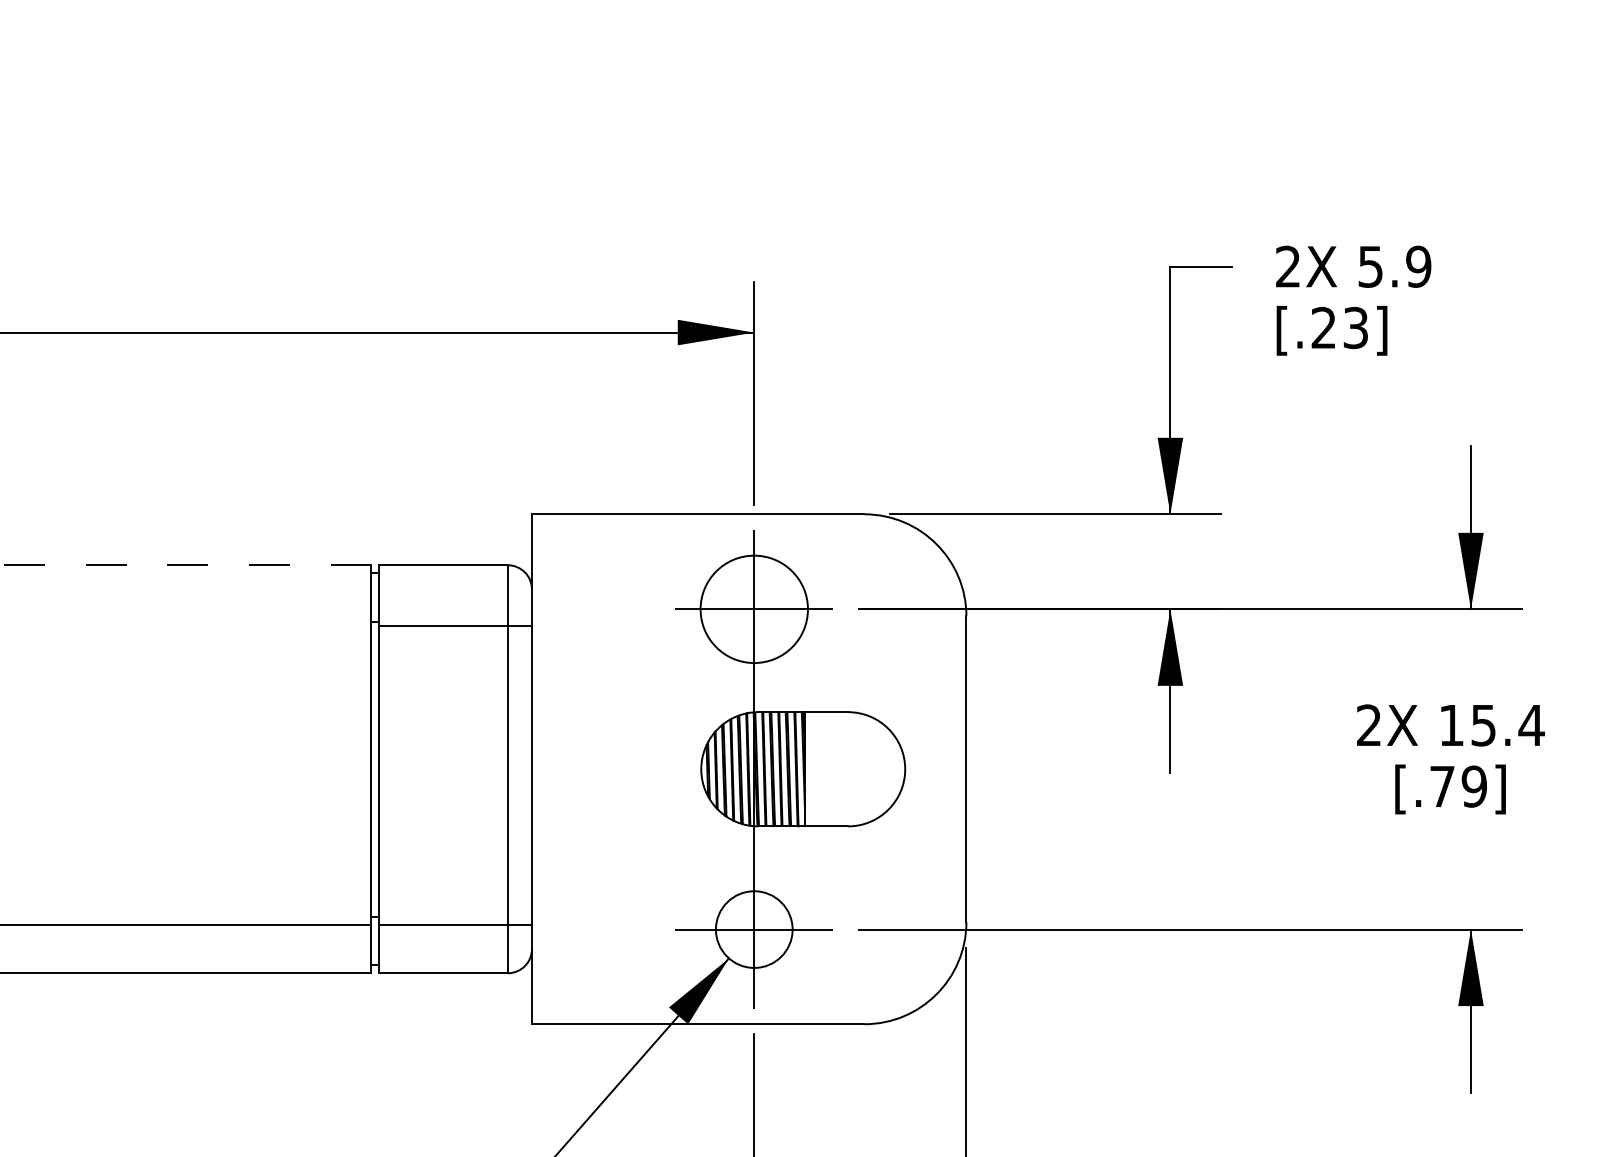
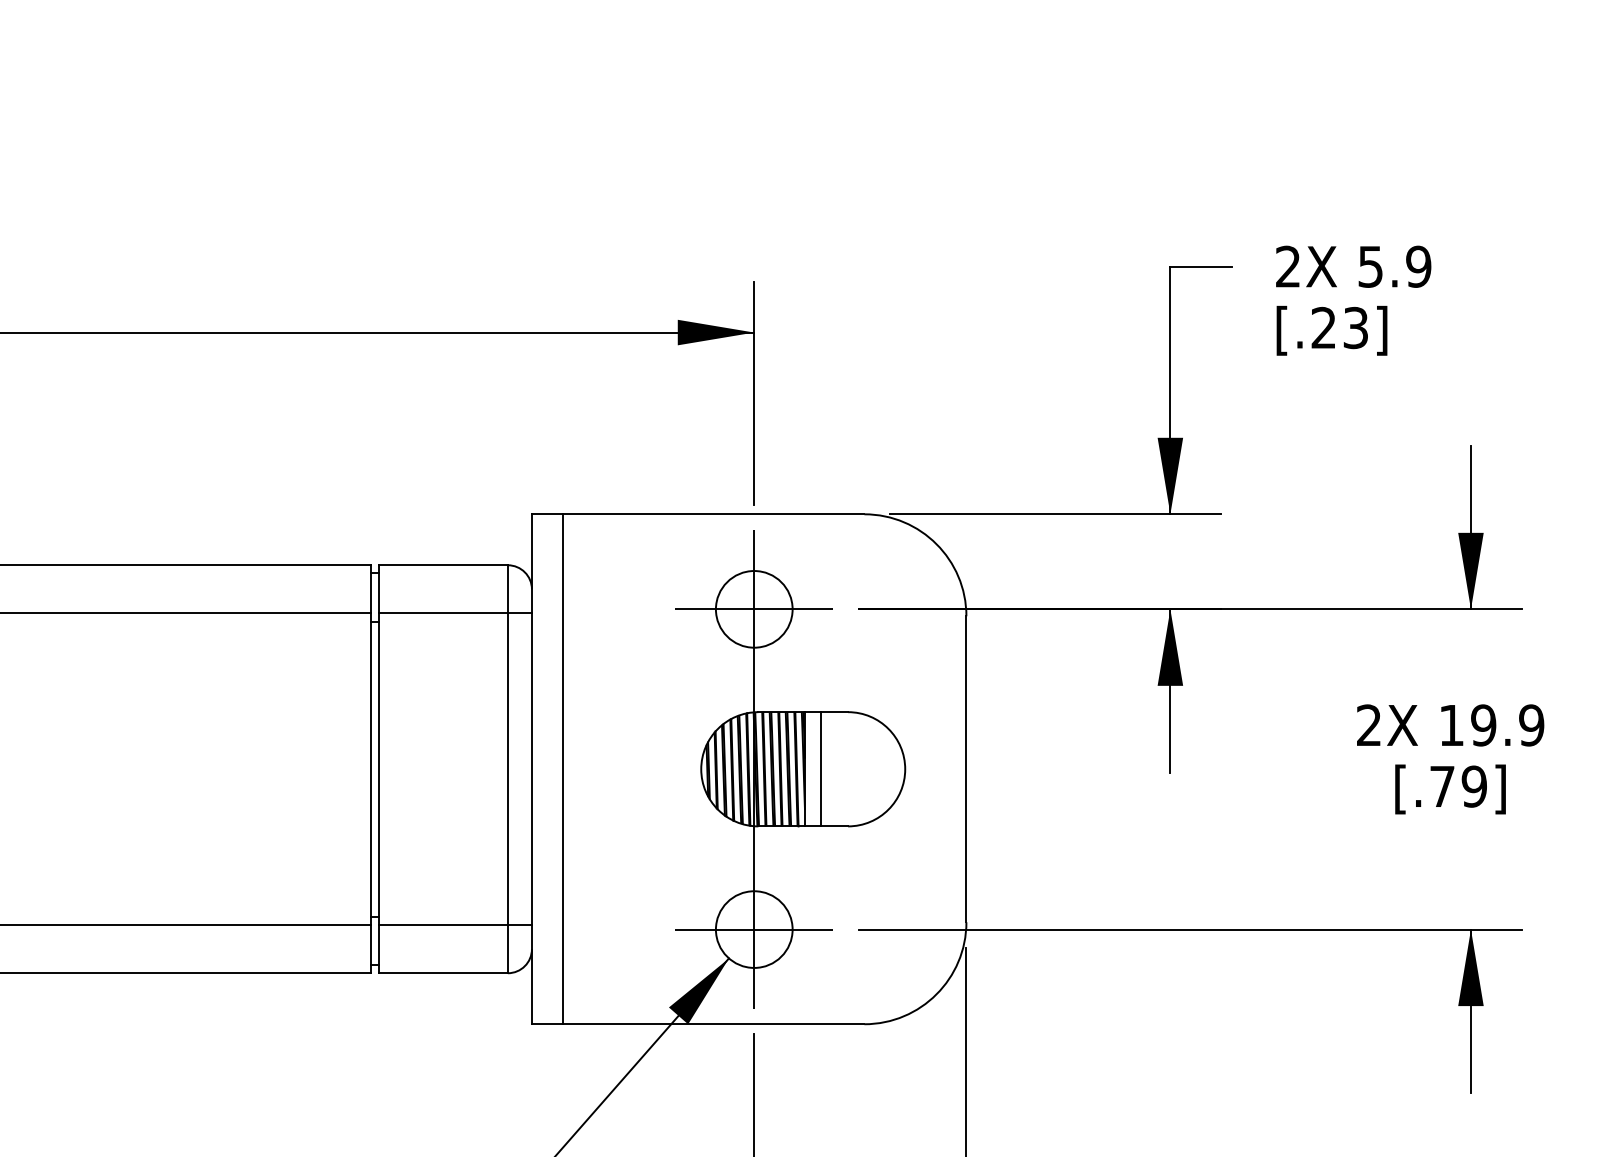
line at (185, 565): dashed -> solid
circle at (753, 609) diameter: 107 px -> 77 px
line at (186, 613): none -> present
line at (455, 626) position: (455, 626) -> (455, 613)
text at (1507, 725): 15.4 -> 19.9
line at (562, 769): none -> present
line at (821, 769): none -> present
